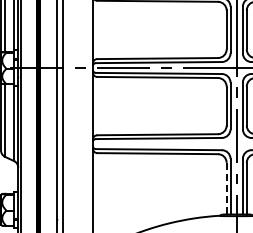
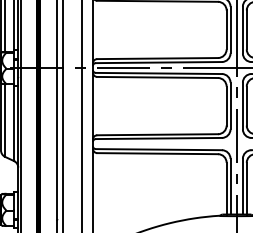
line at (82, 115): none -> present
line at (226, 188): dashed -> solid
